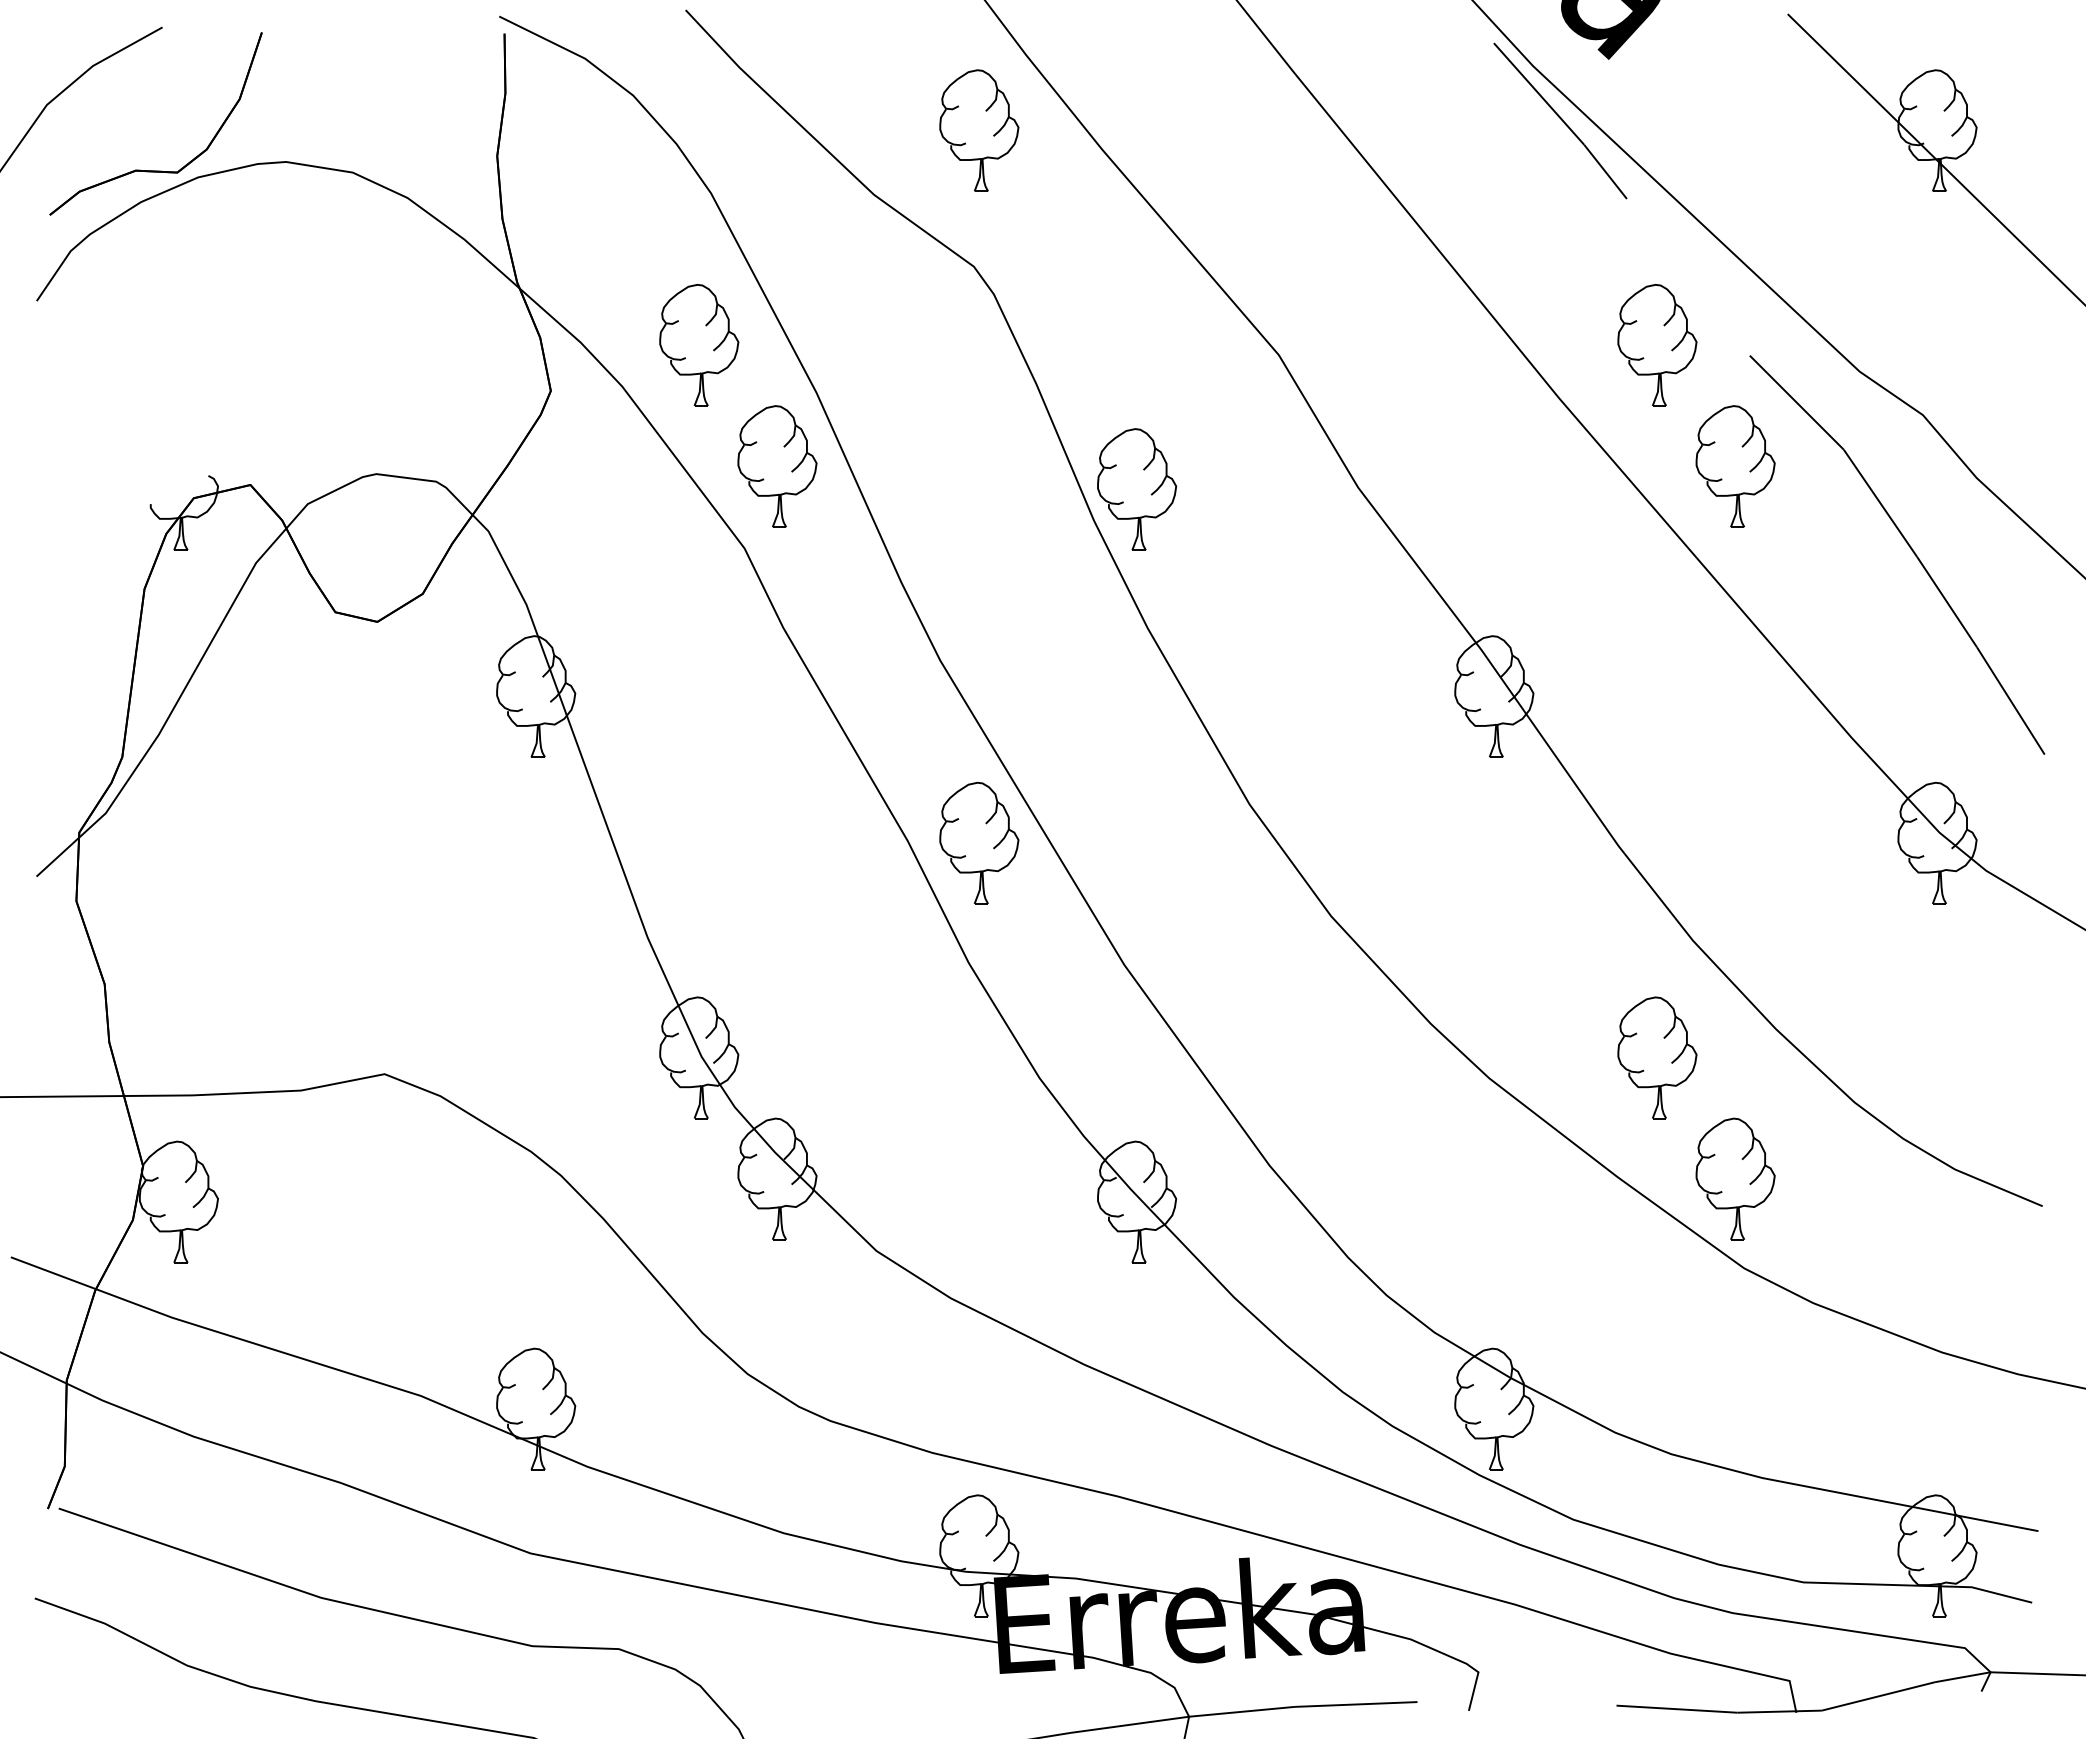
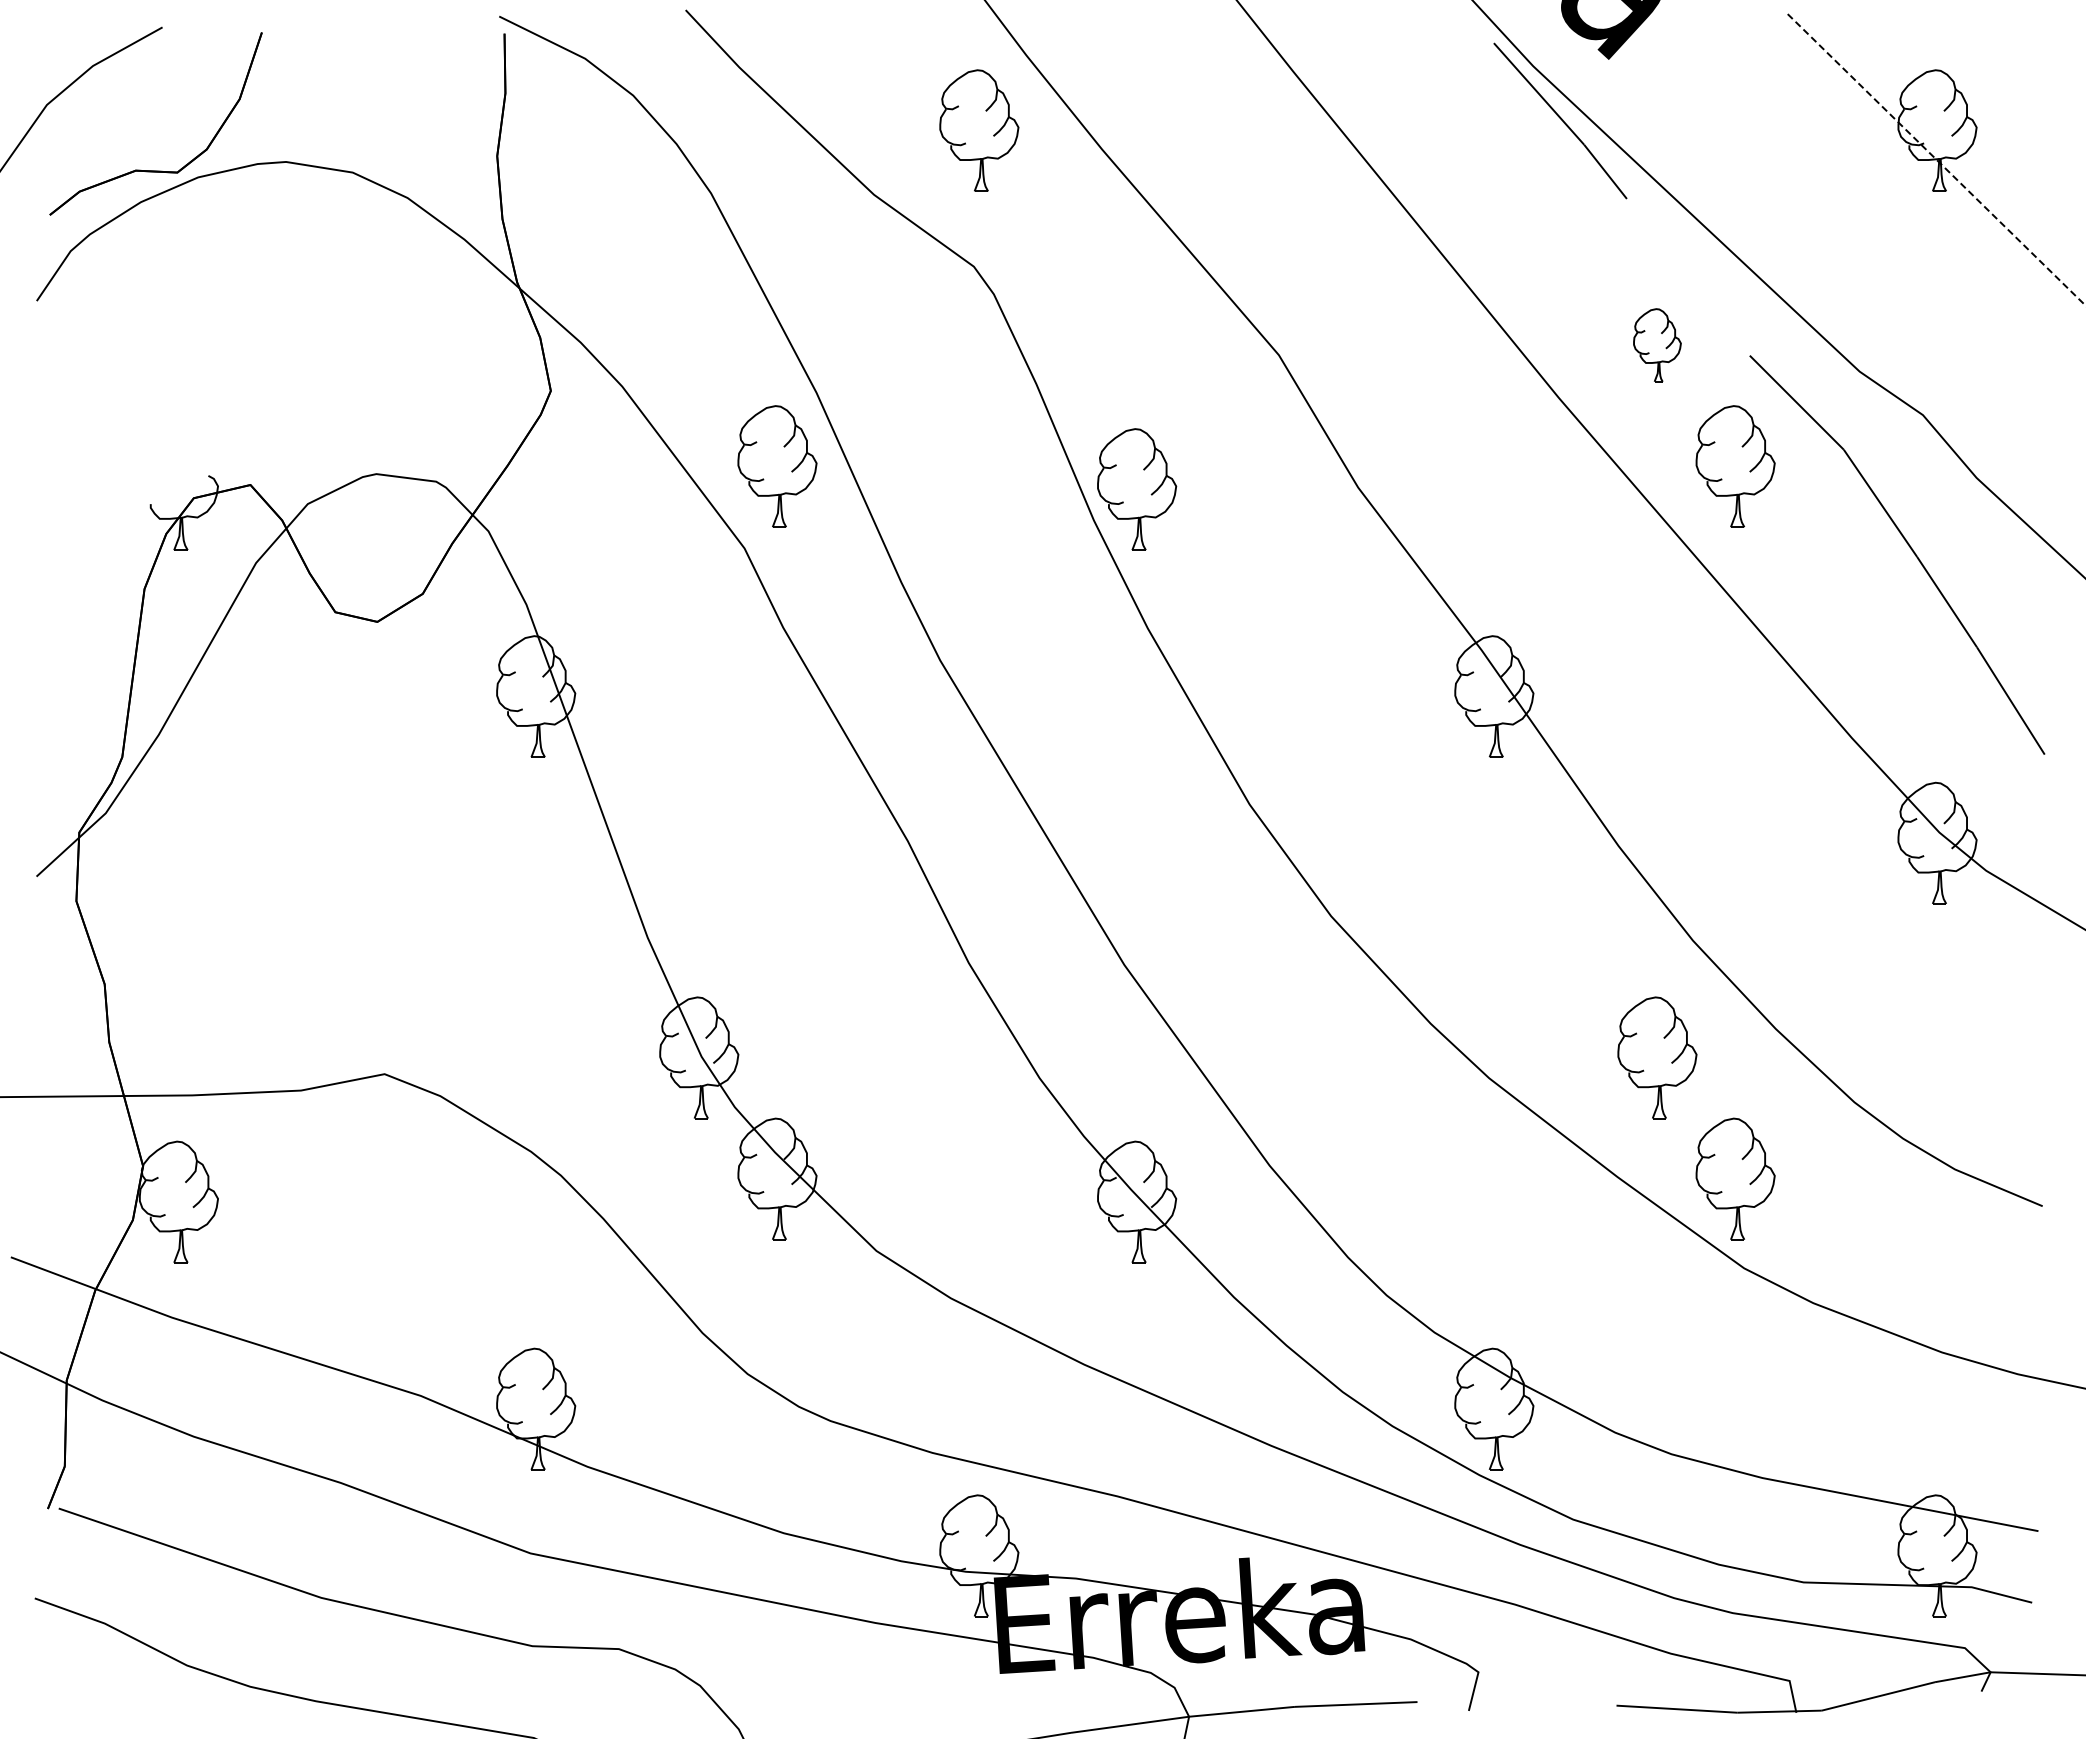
line at (1936, 160): solid -> dashed
part at (699, 345): present -> none
part at (1657, 345) size: 81x123 px -> 49x75 px
part at (979, 842): present -> none
